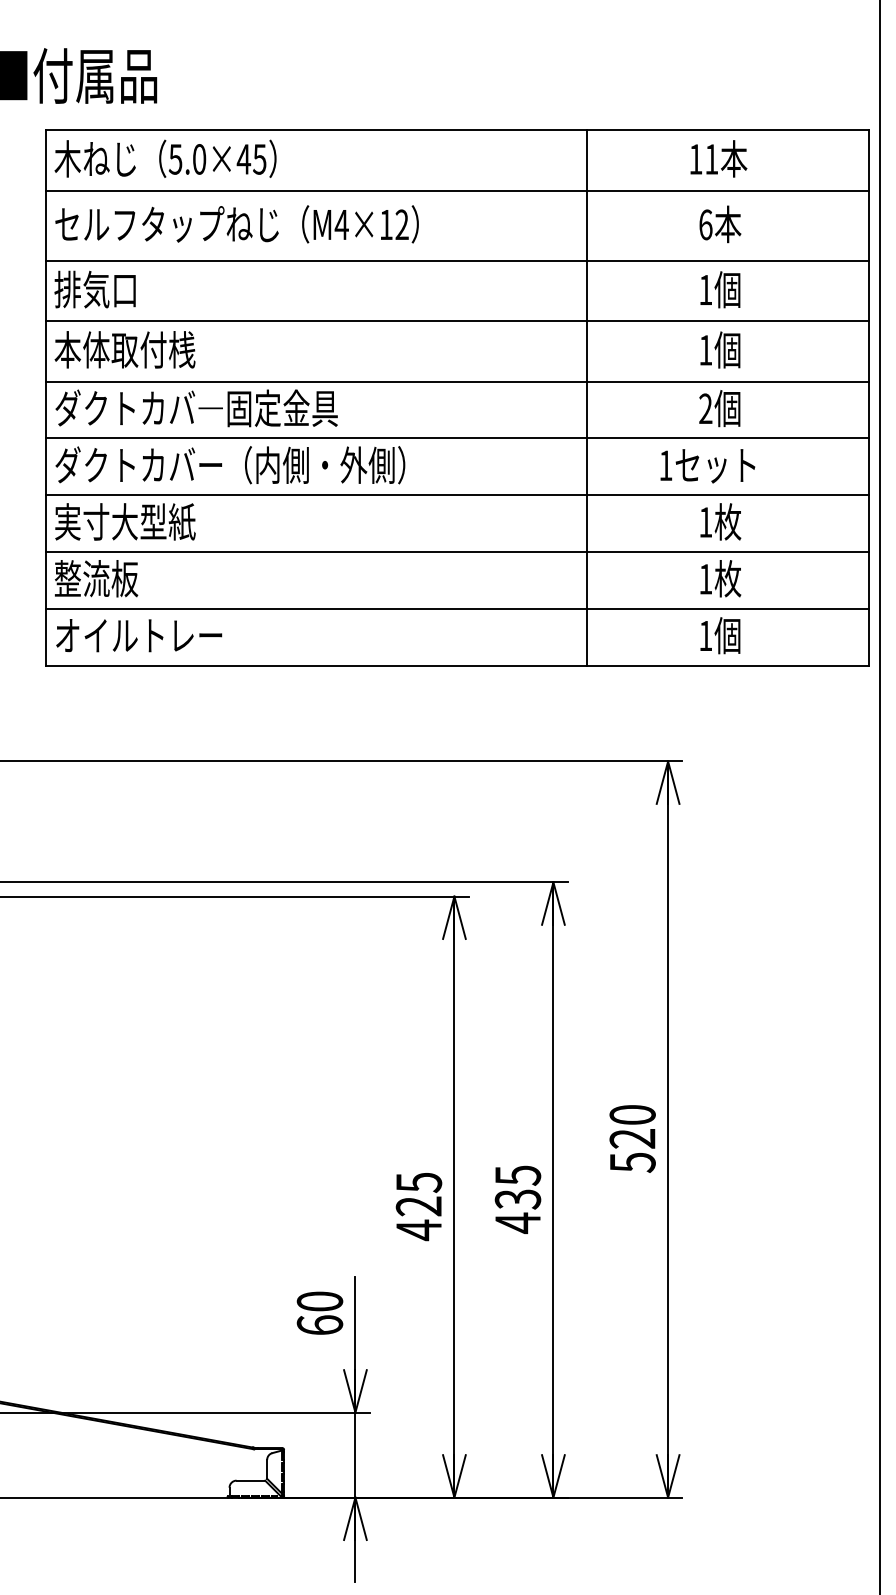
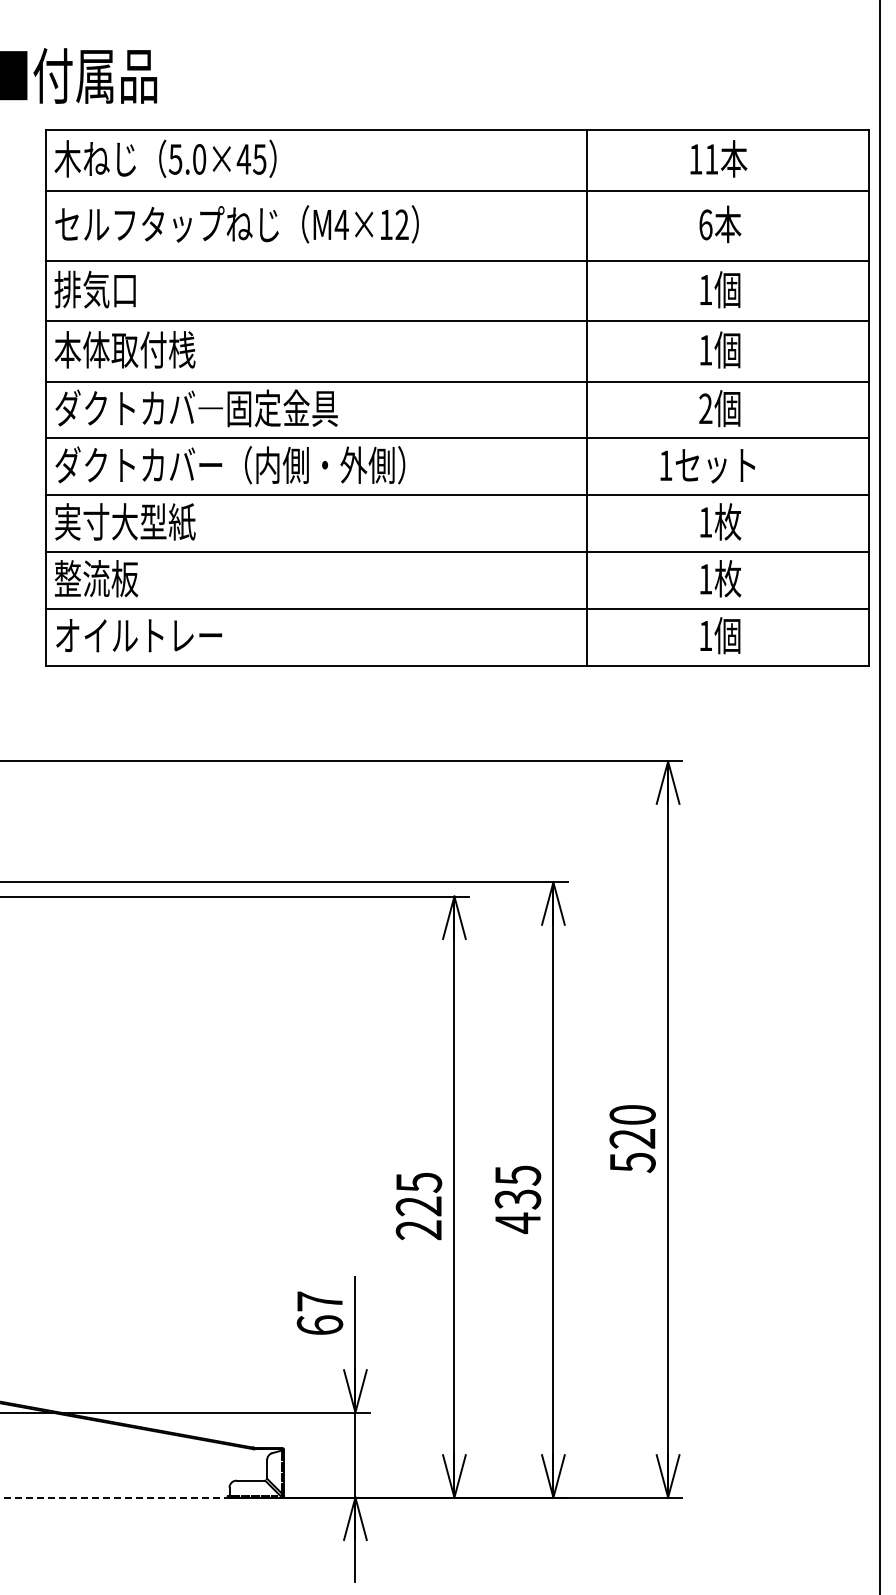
text at (418, 1230): 425 -> 225
text at (319, 1301): 60 -> 67
line at (114, 1497): solid -> dashed
